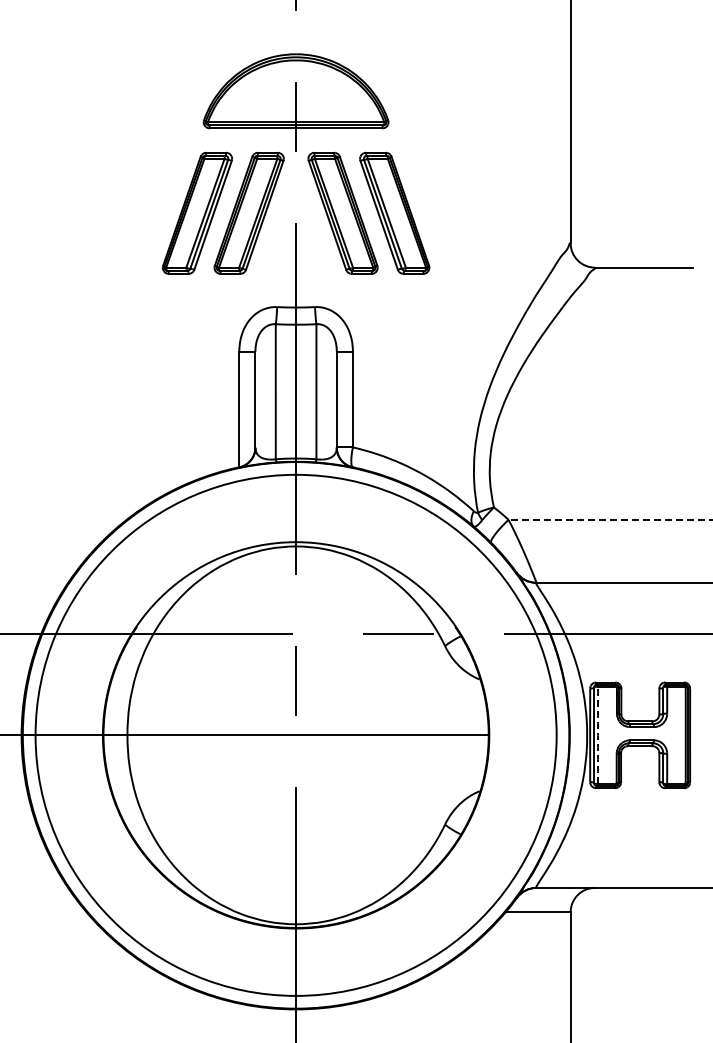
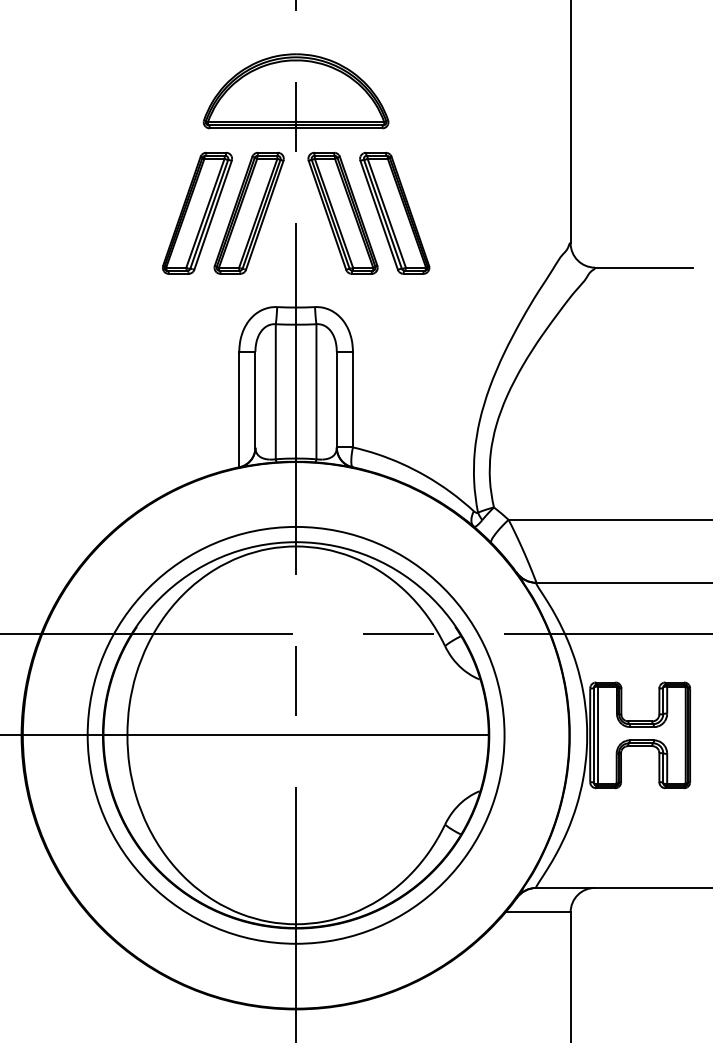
line at (610, 519): dashed -> solid
circle at (295, 734) diameter: 521 px -> 417 px
arc at (598, 735): dashed -> solid
